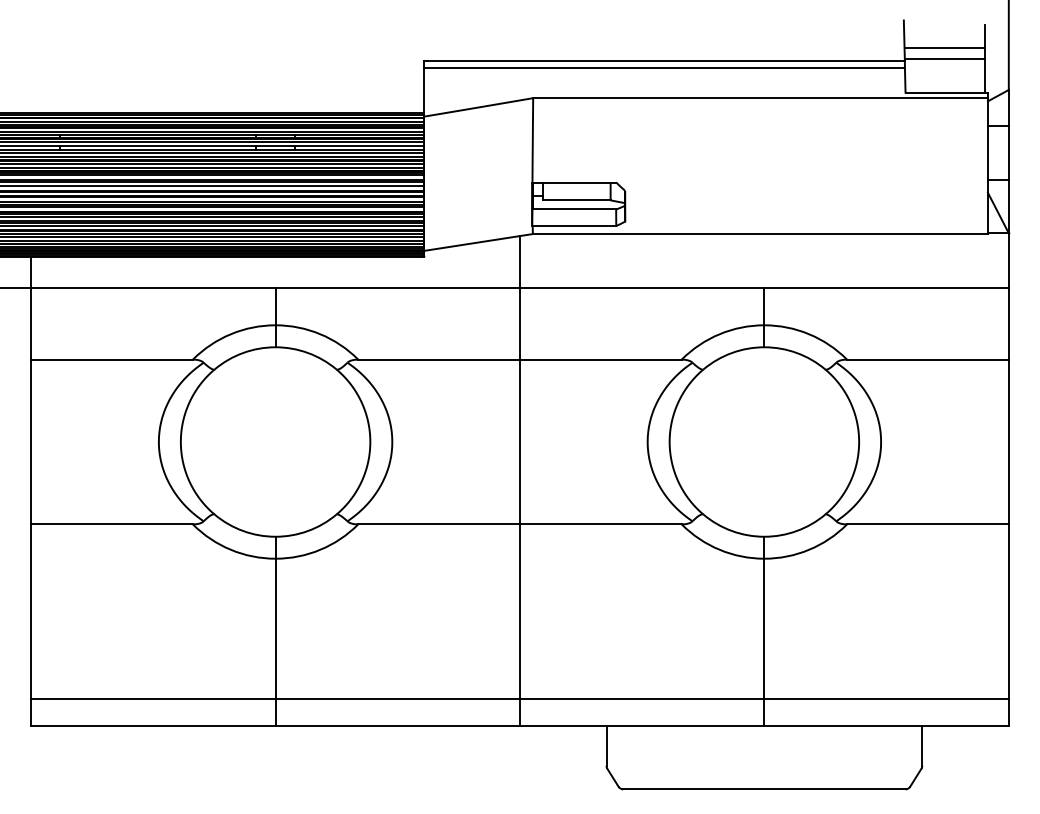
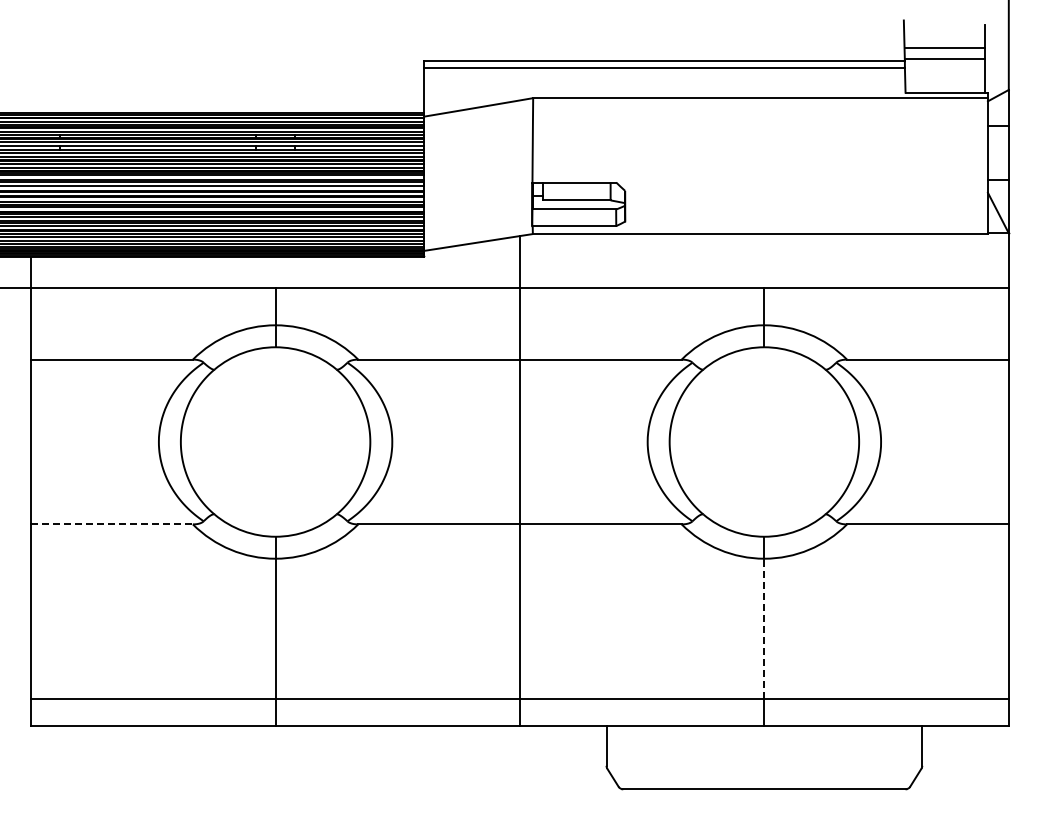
line at (112, 524): solid -> dashed
line at (764, 628): solid -> dashed
